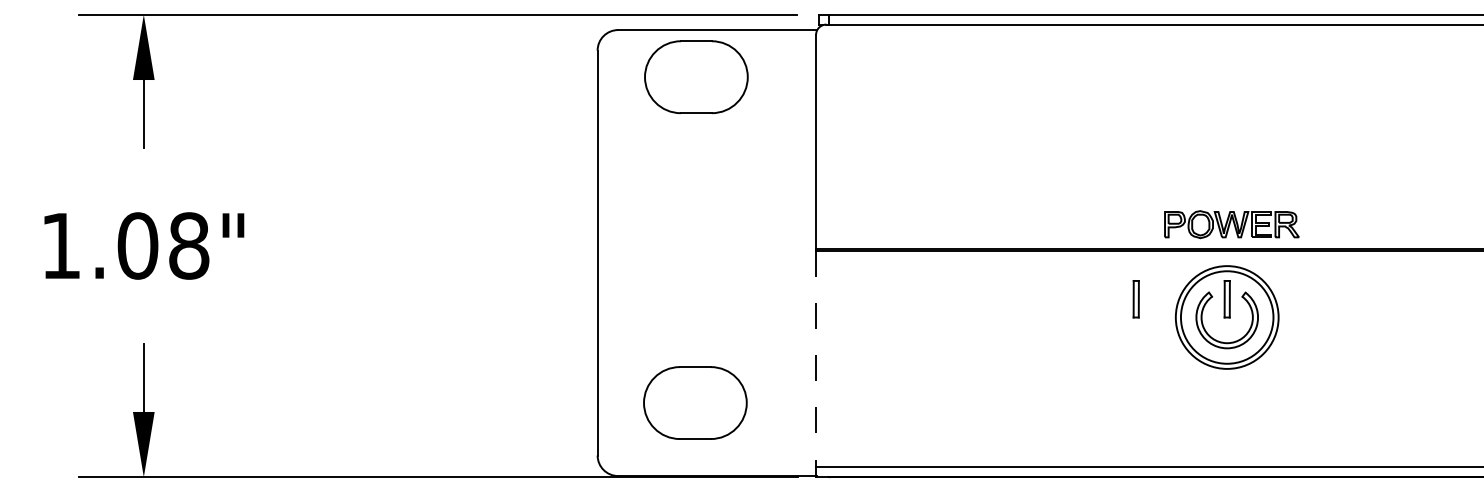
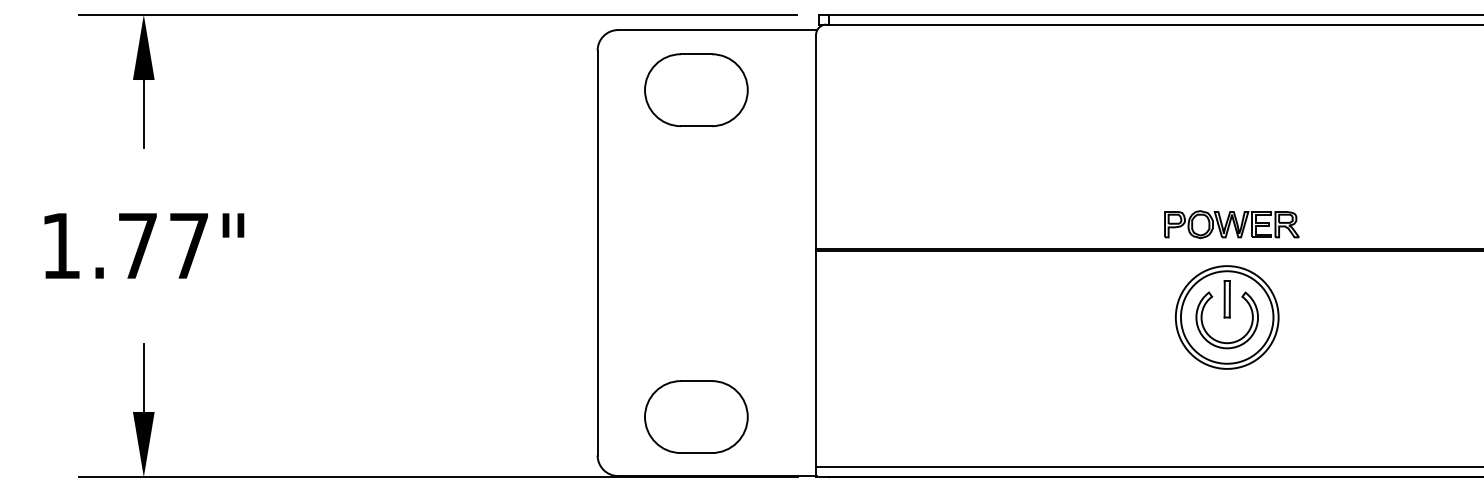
part at (696, 77) position: (696, 77) -> (696, 90)
text at (163, 245): 1.08" -> 1.77"
part at (1135, 299): present -> none
line at (816, 358): dashed -> solid
part at (695, 402) position: (695, 402) -> (696, 416)
